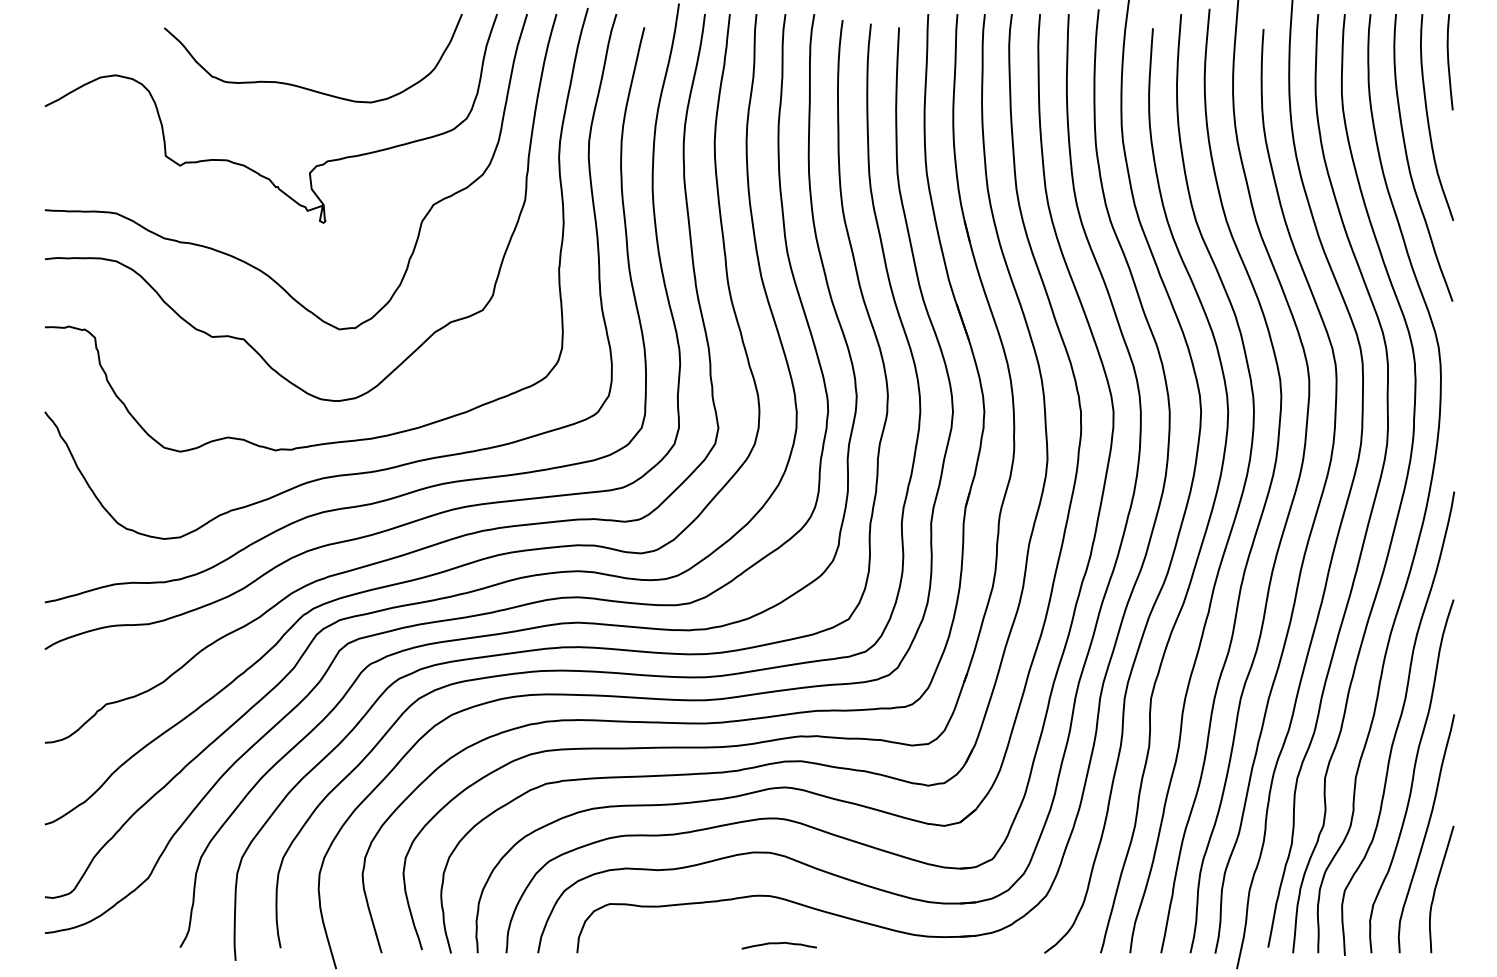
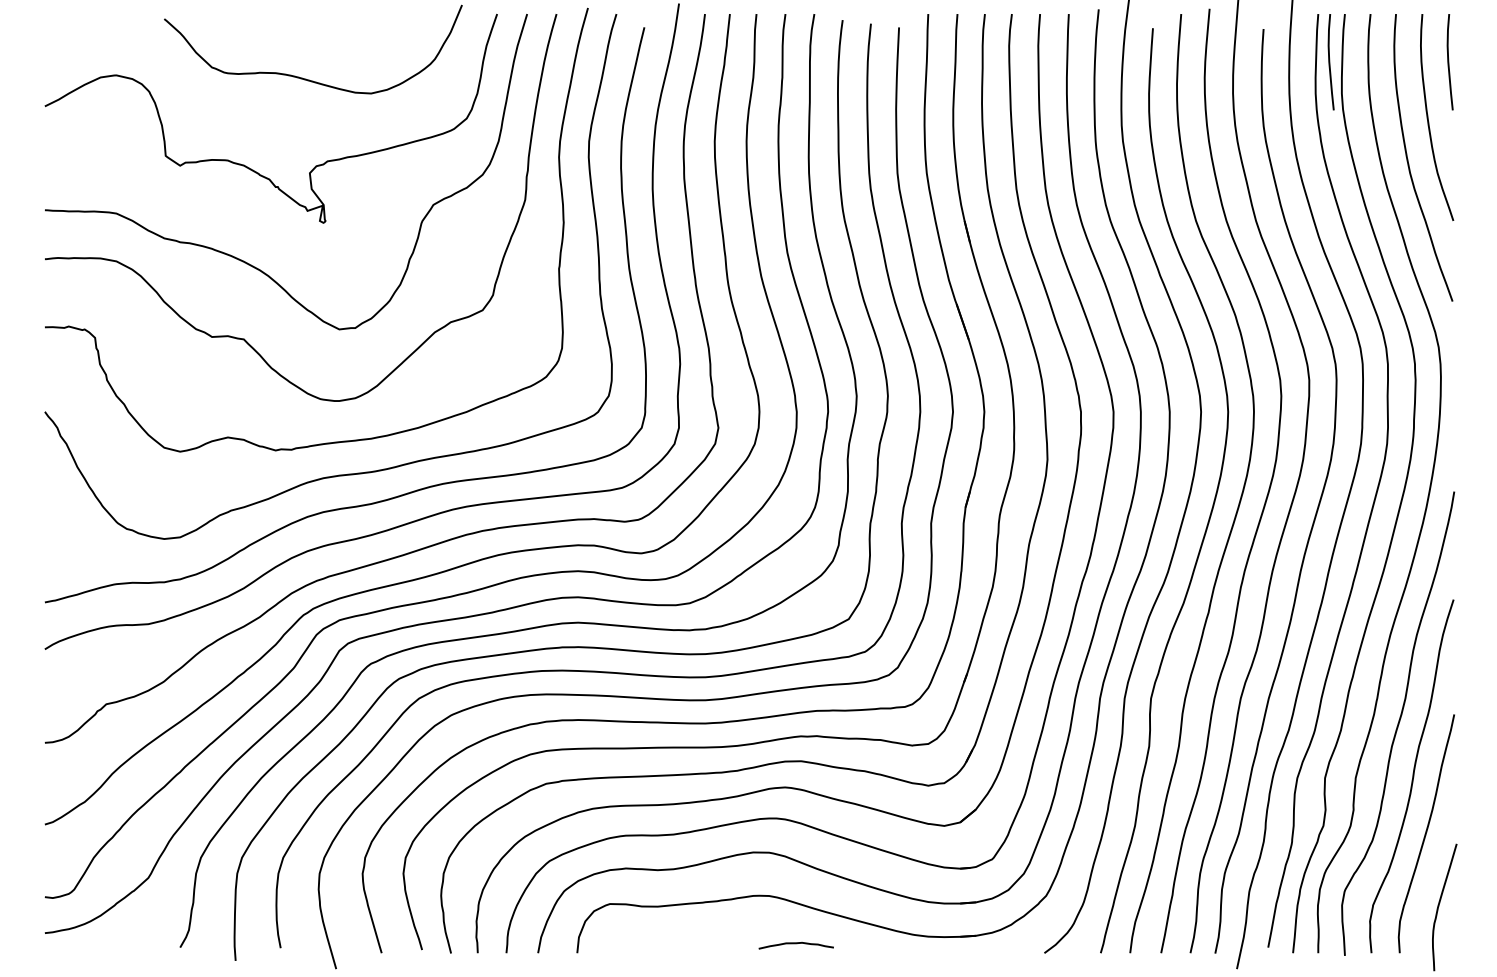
curve at (1330, 62): none -> present
curve at (306, 87) position: (306, 87) -> (306, 78)
curve at (1436, 888) position: (1436, 888) -> (1439, 906)
curve at (778, 944) position: (778, 944) -> (795, 944)
